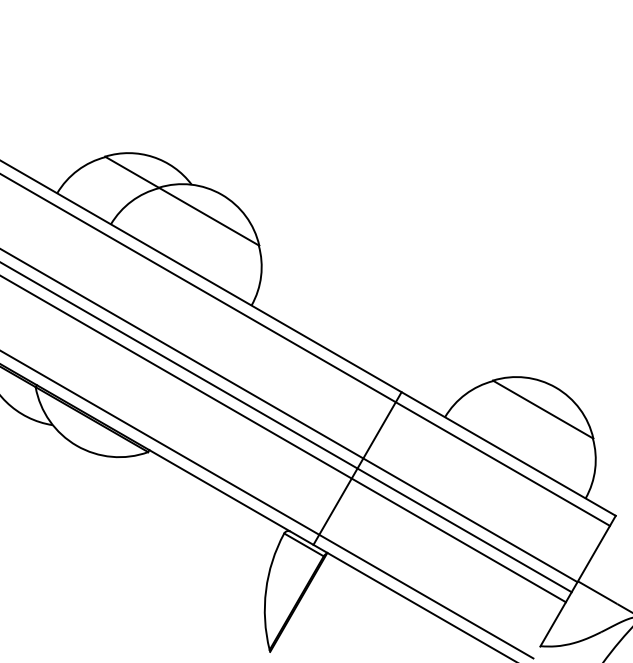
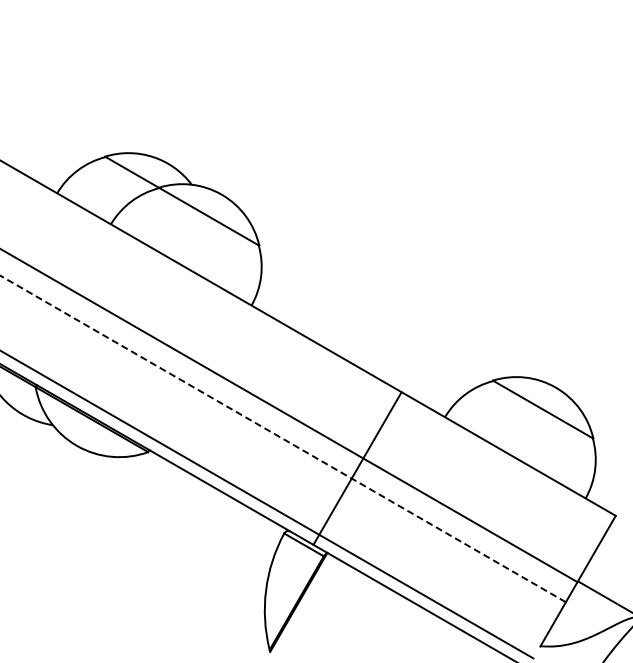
line at (305, 350): present -> none
line at (286, 427): present -> none
line at (282, 438): solid -> dashed
